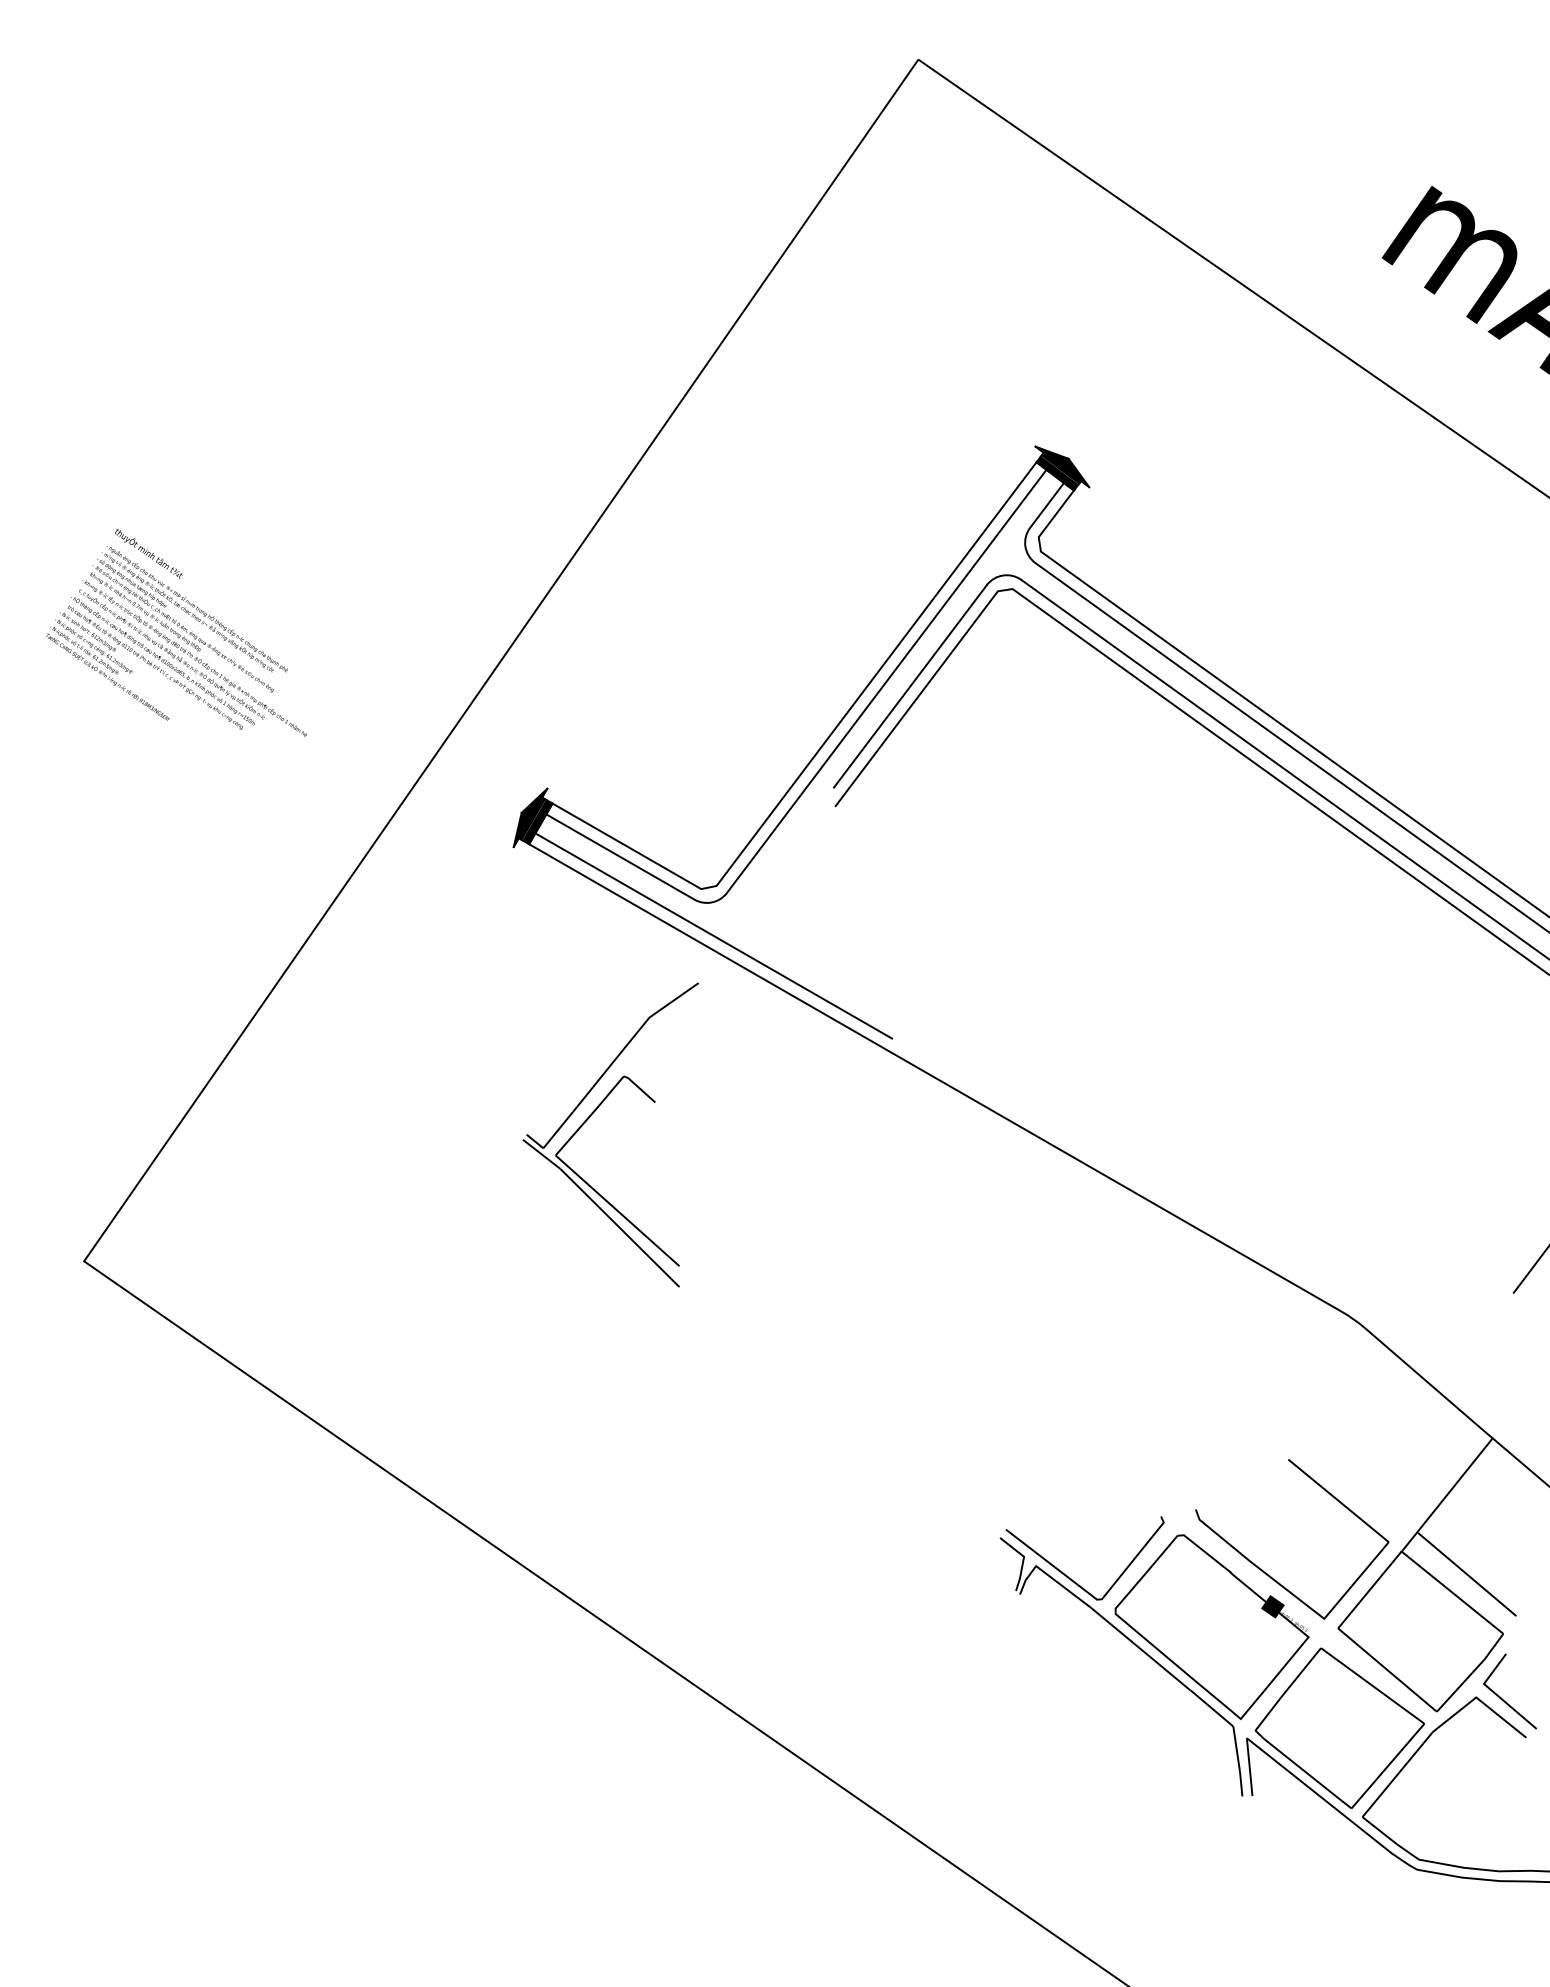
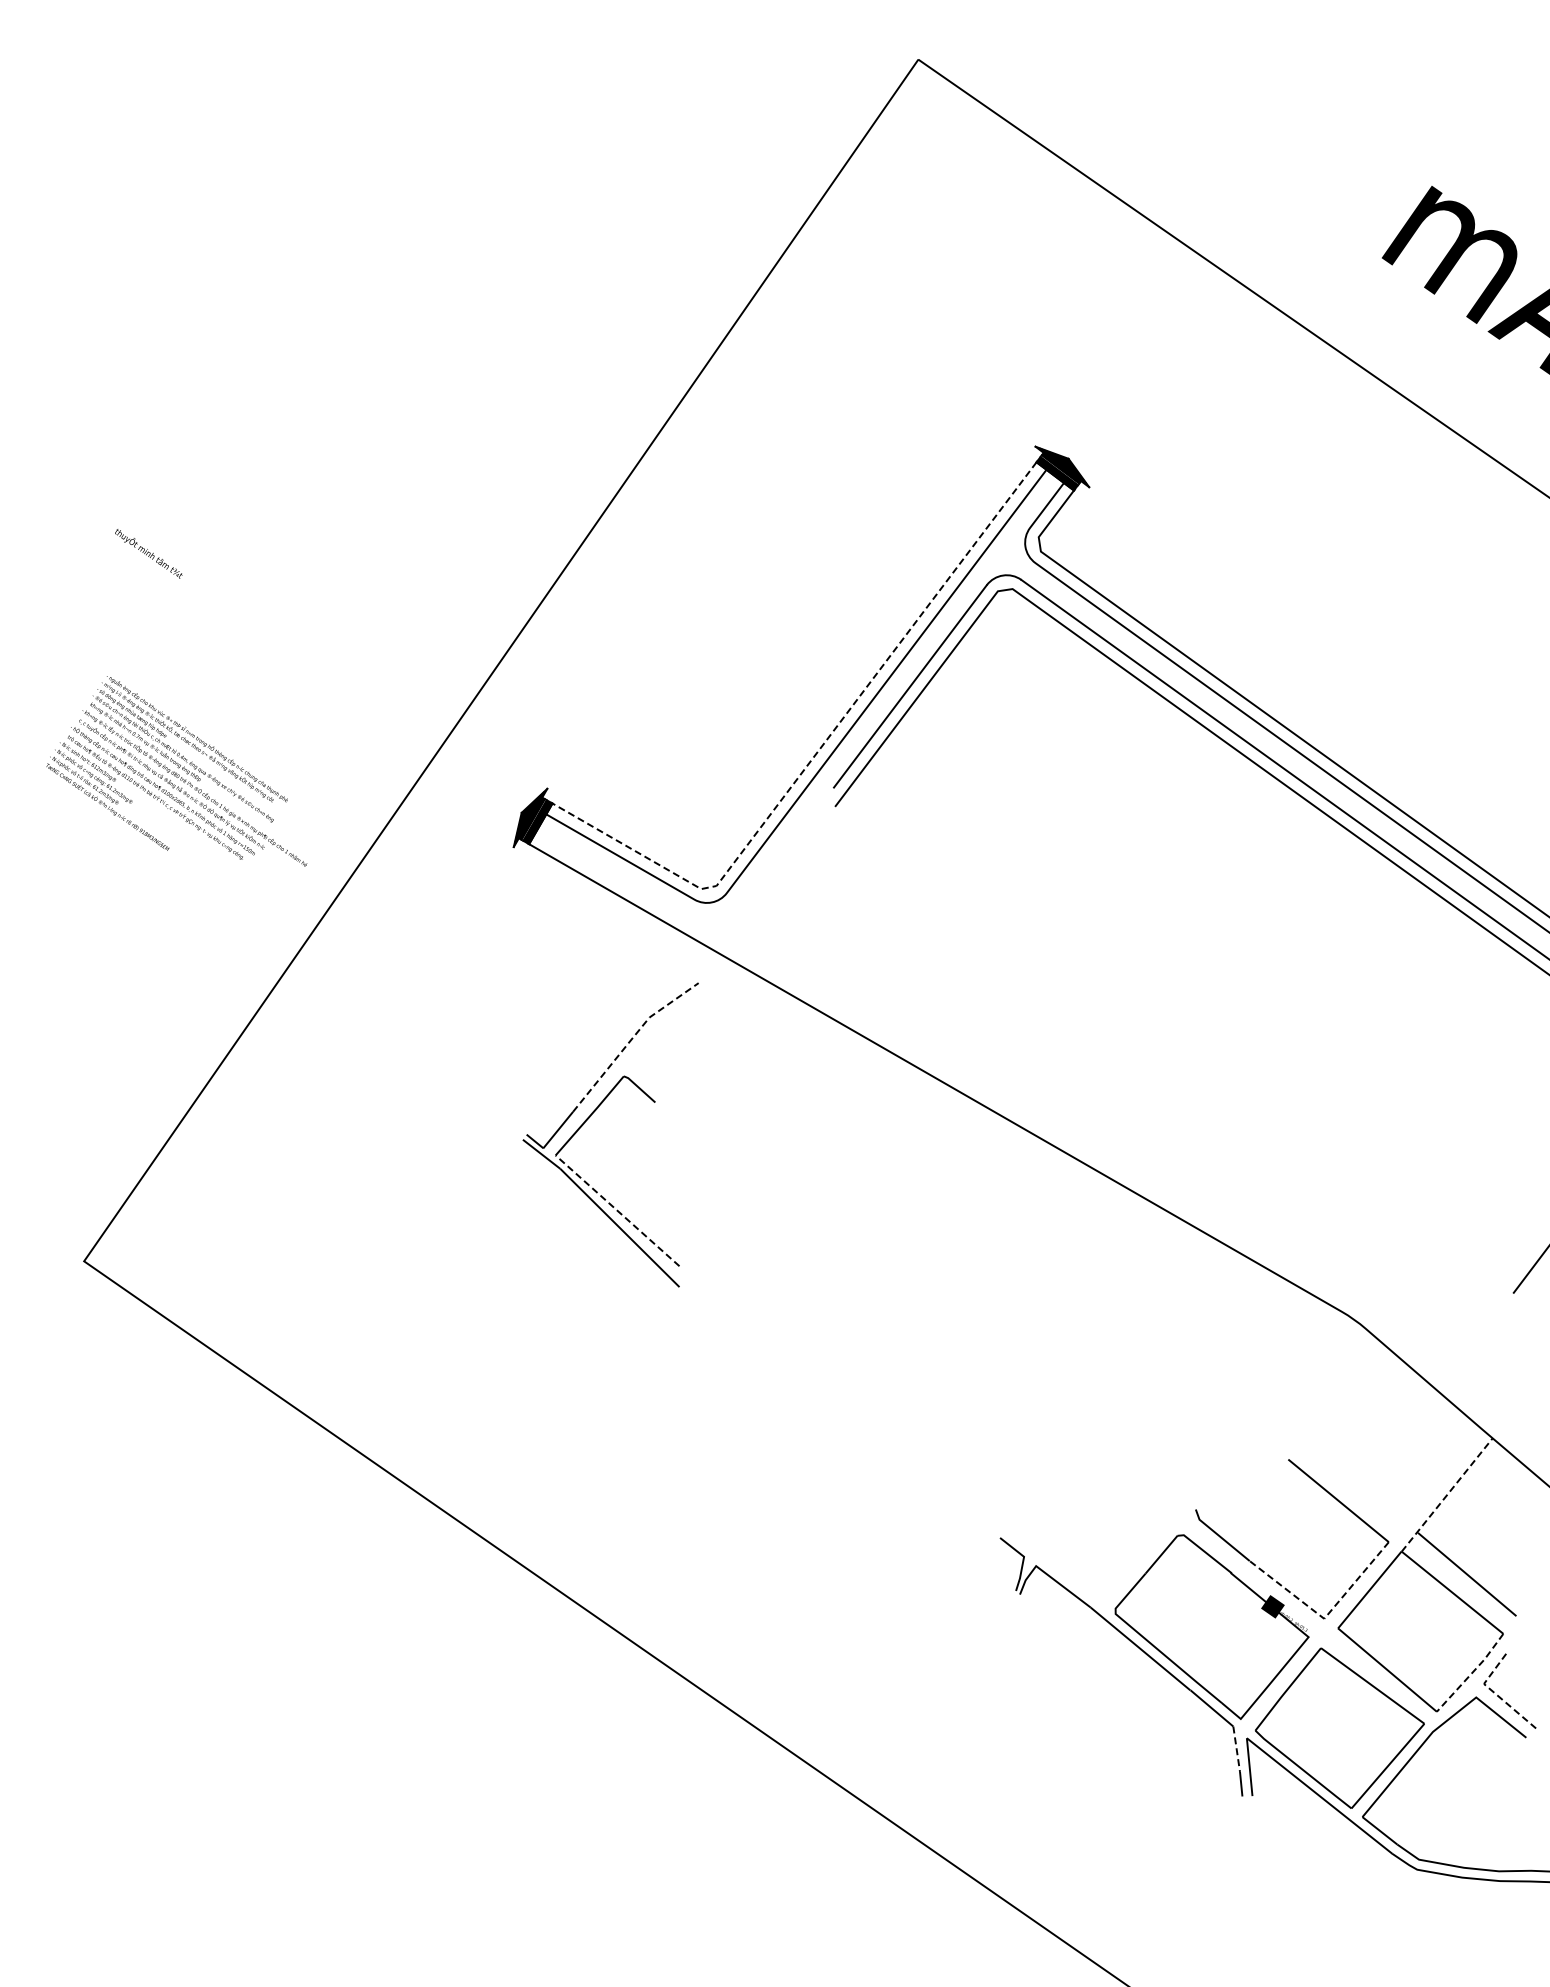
text at (176, 641) position: (176, 641) -> (176, 771)
line at (819, 750): solid -> dashed
line at (713, 935): present -> none
line at (630, 1041): solid -> dashed
line at (617, 1210): solid -> dashed
line at (1447, 1495): solid -> dashed
curve at (1071, 1578): present -> none
line at (1326, 1616): solid -> dashed
line at (1472, 1672): solid -> dashed
line at (1496, 1694): solid -> dashed
line at (1236, 1749): solid -> dashed
